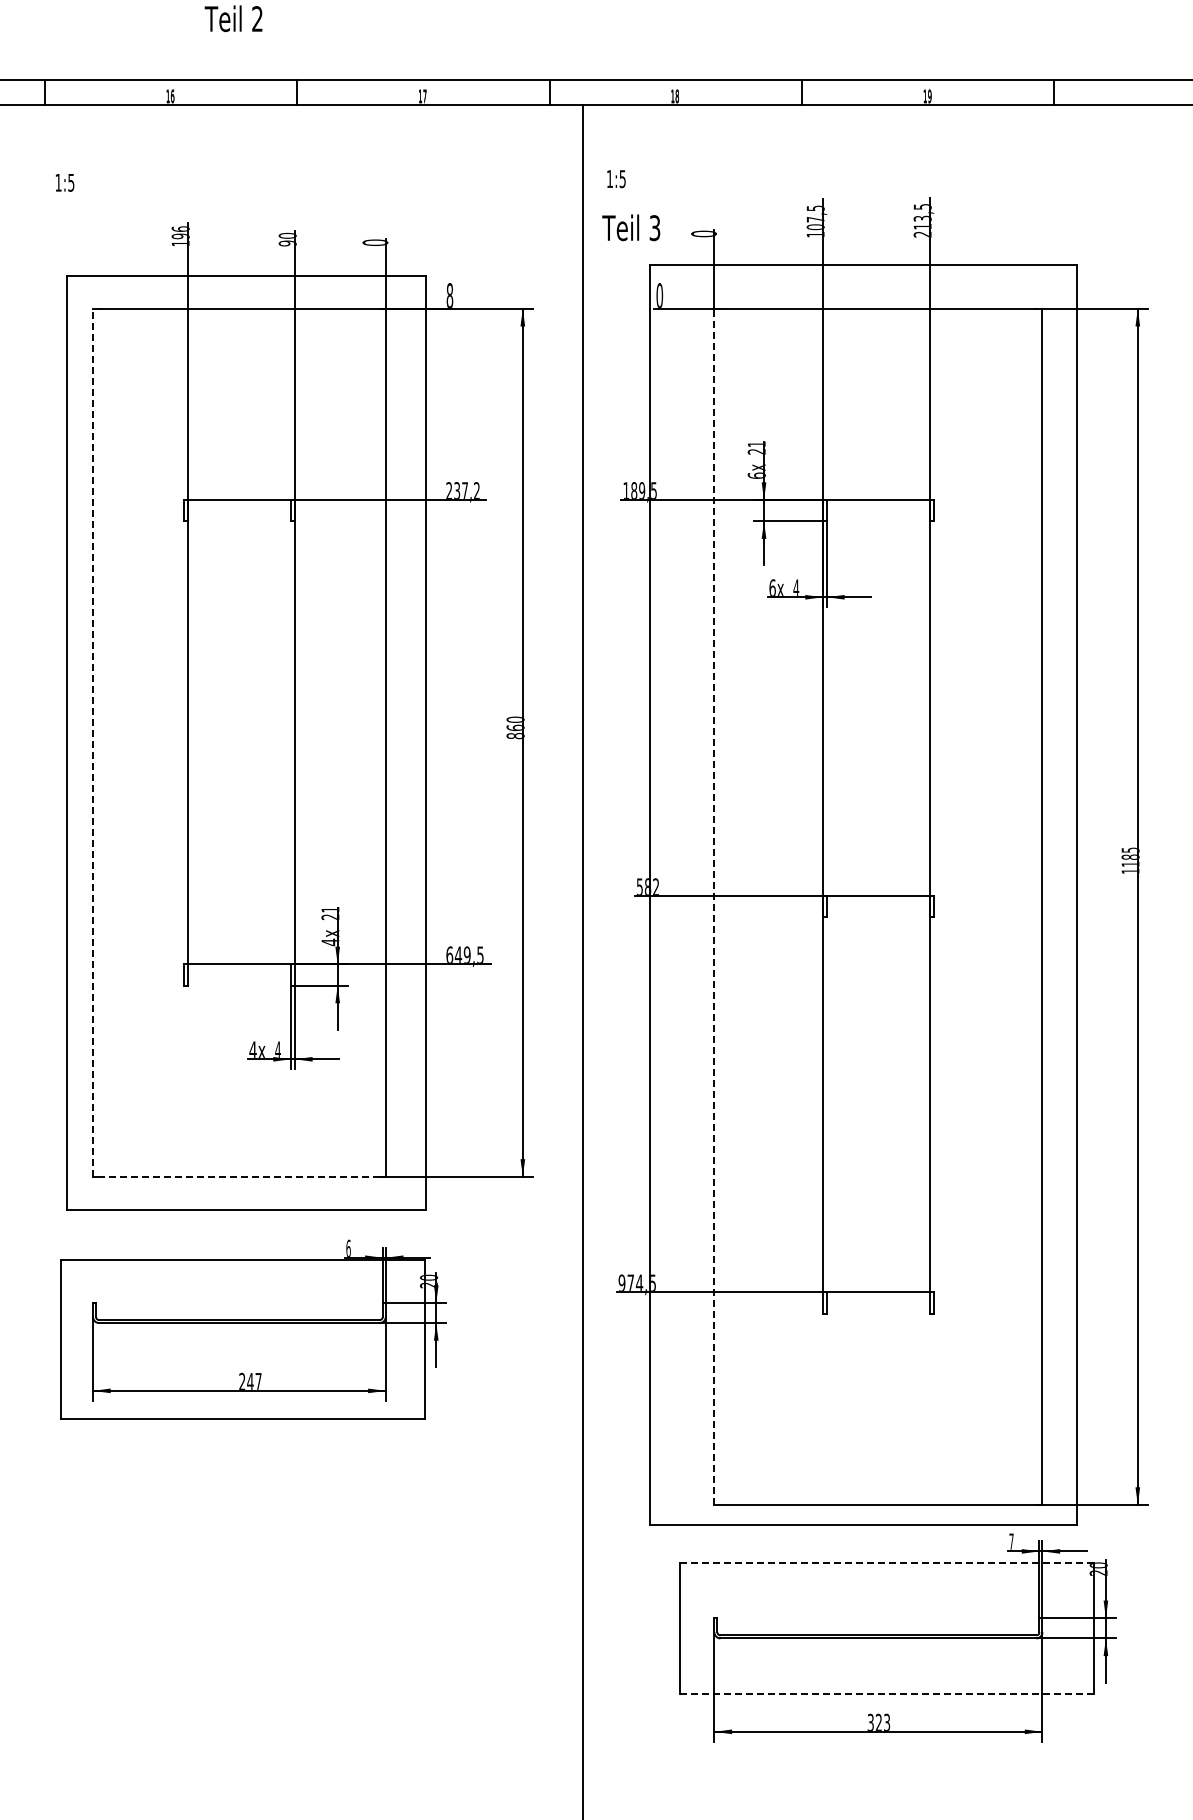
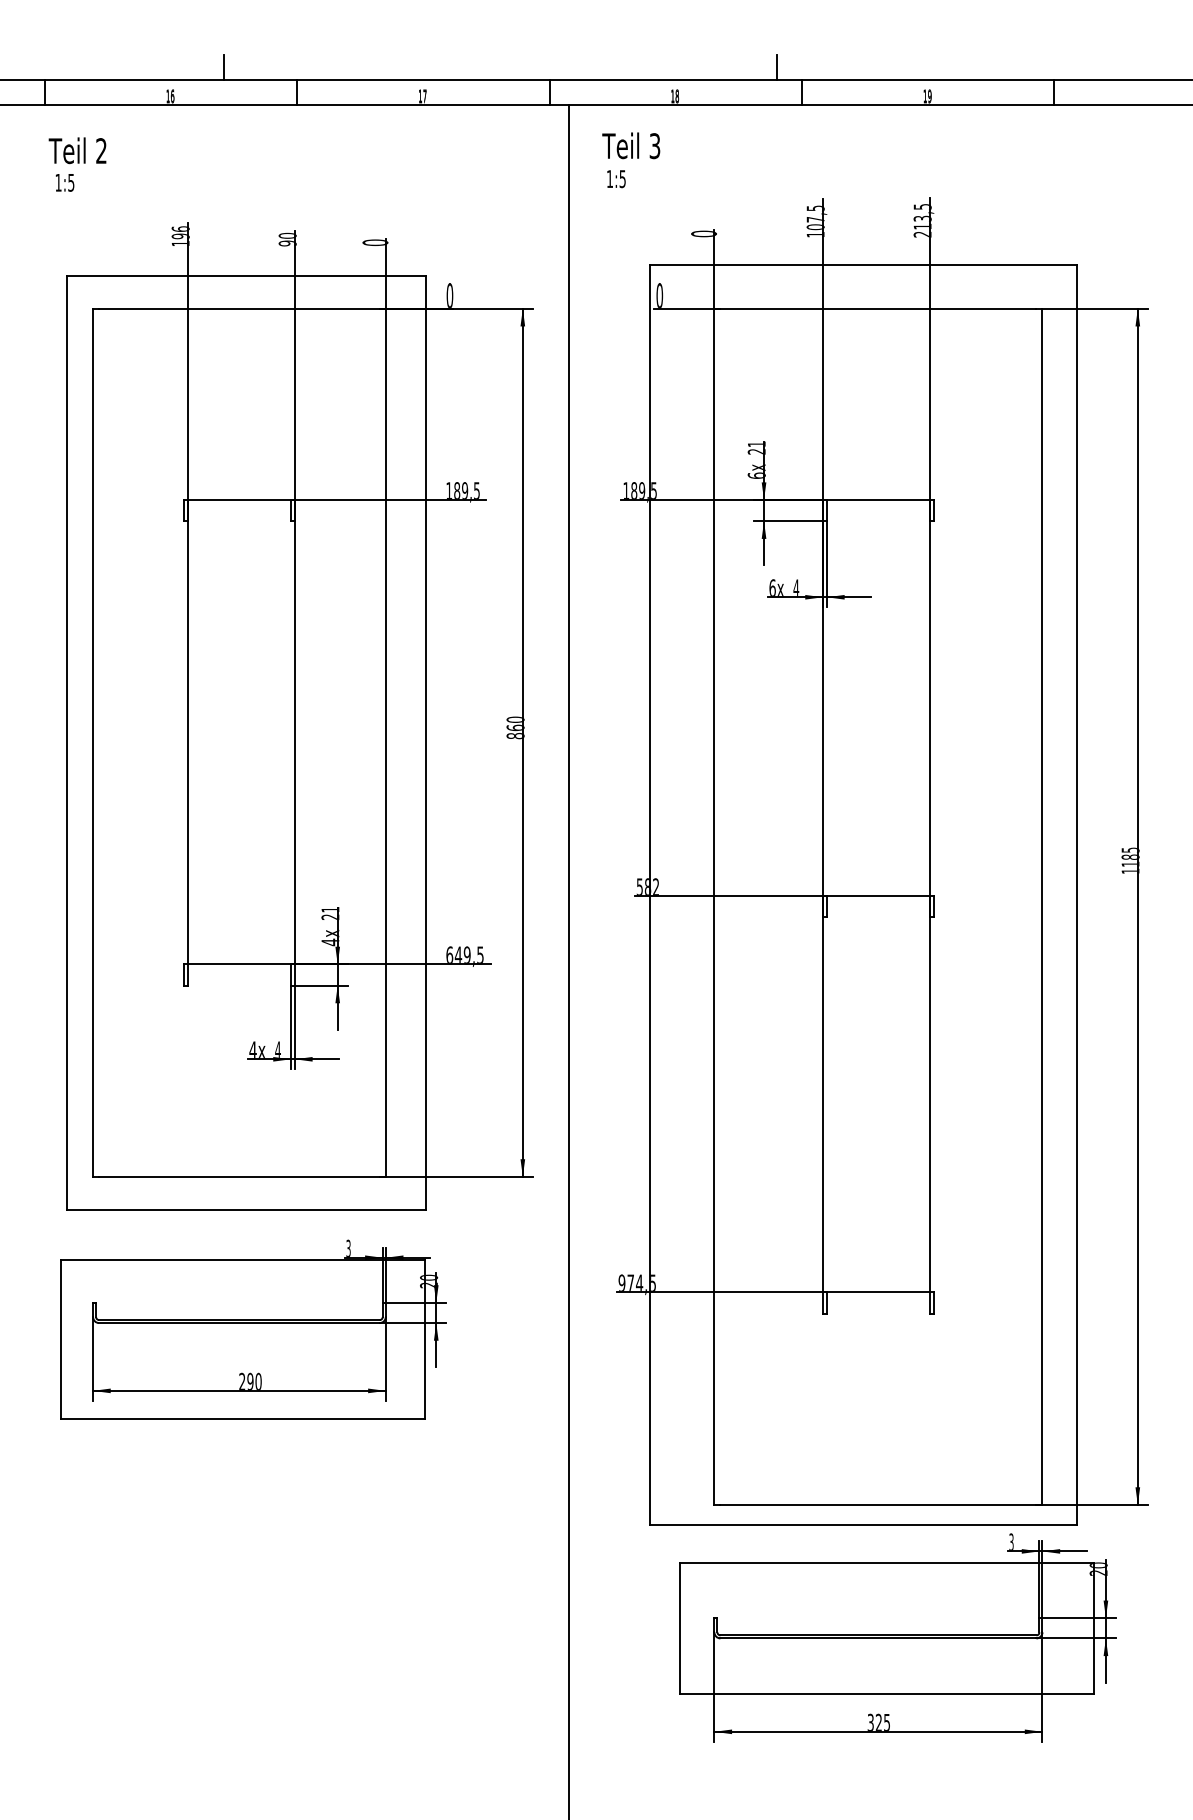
text at (233, 18) position: (233, 18) -> (77, 150)
line at (223, 66): none -> present
line at (776, 66): none -> present
text at (631, 227) position: (631, 227) -> (631, 145)
text at (449, 295): 8 -> 0
text at (462, 490): 237,2 -> 189,5
line at (93, 742): dashed -> solid
line at (714, 906): dashed -> solid
line at (583, 960) position: (583, 960) -> (569, 960)
line at (238, 1176): dashed -> solid
text at (348, 1247): 6 -> 3
text at (254, 1380): 247 -> 290
text at (1011, 1541): 7 -> 3
line at (886, 1562): dashed -> solid
line at (887, 1693): dashed -> solid
text at (887, 1721): 323 -> 325
